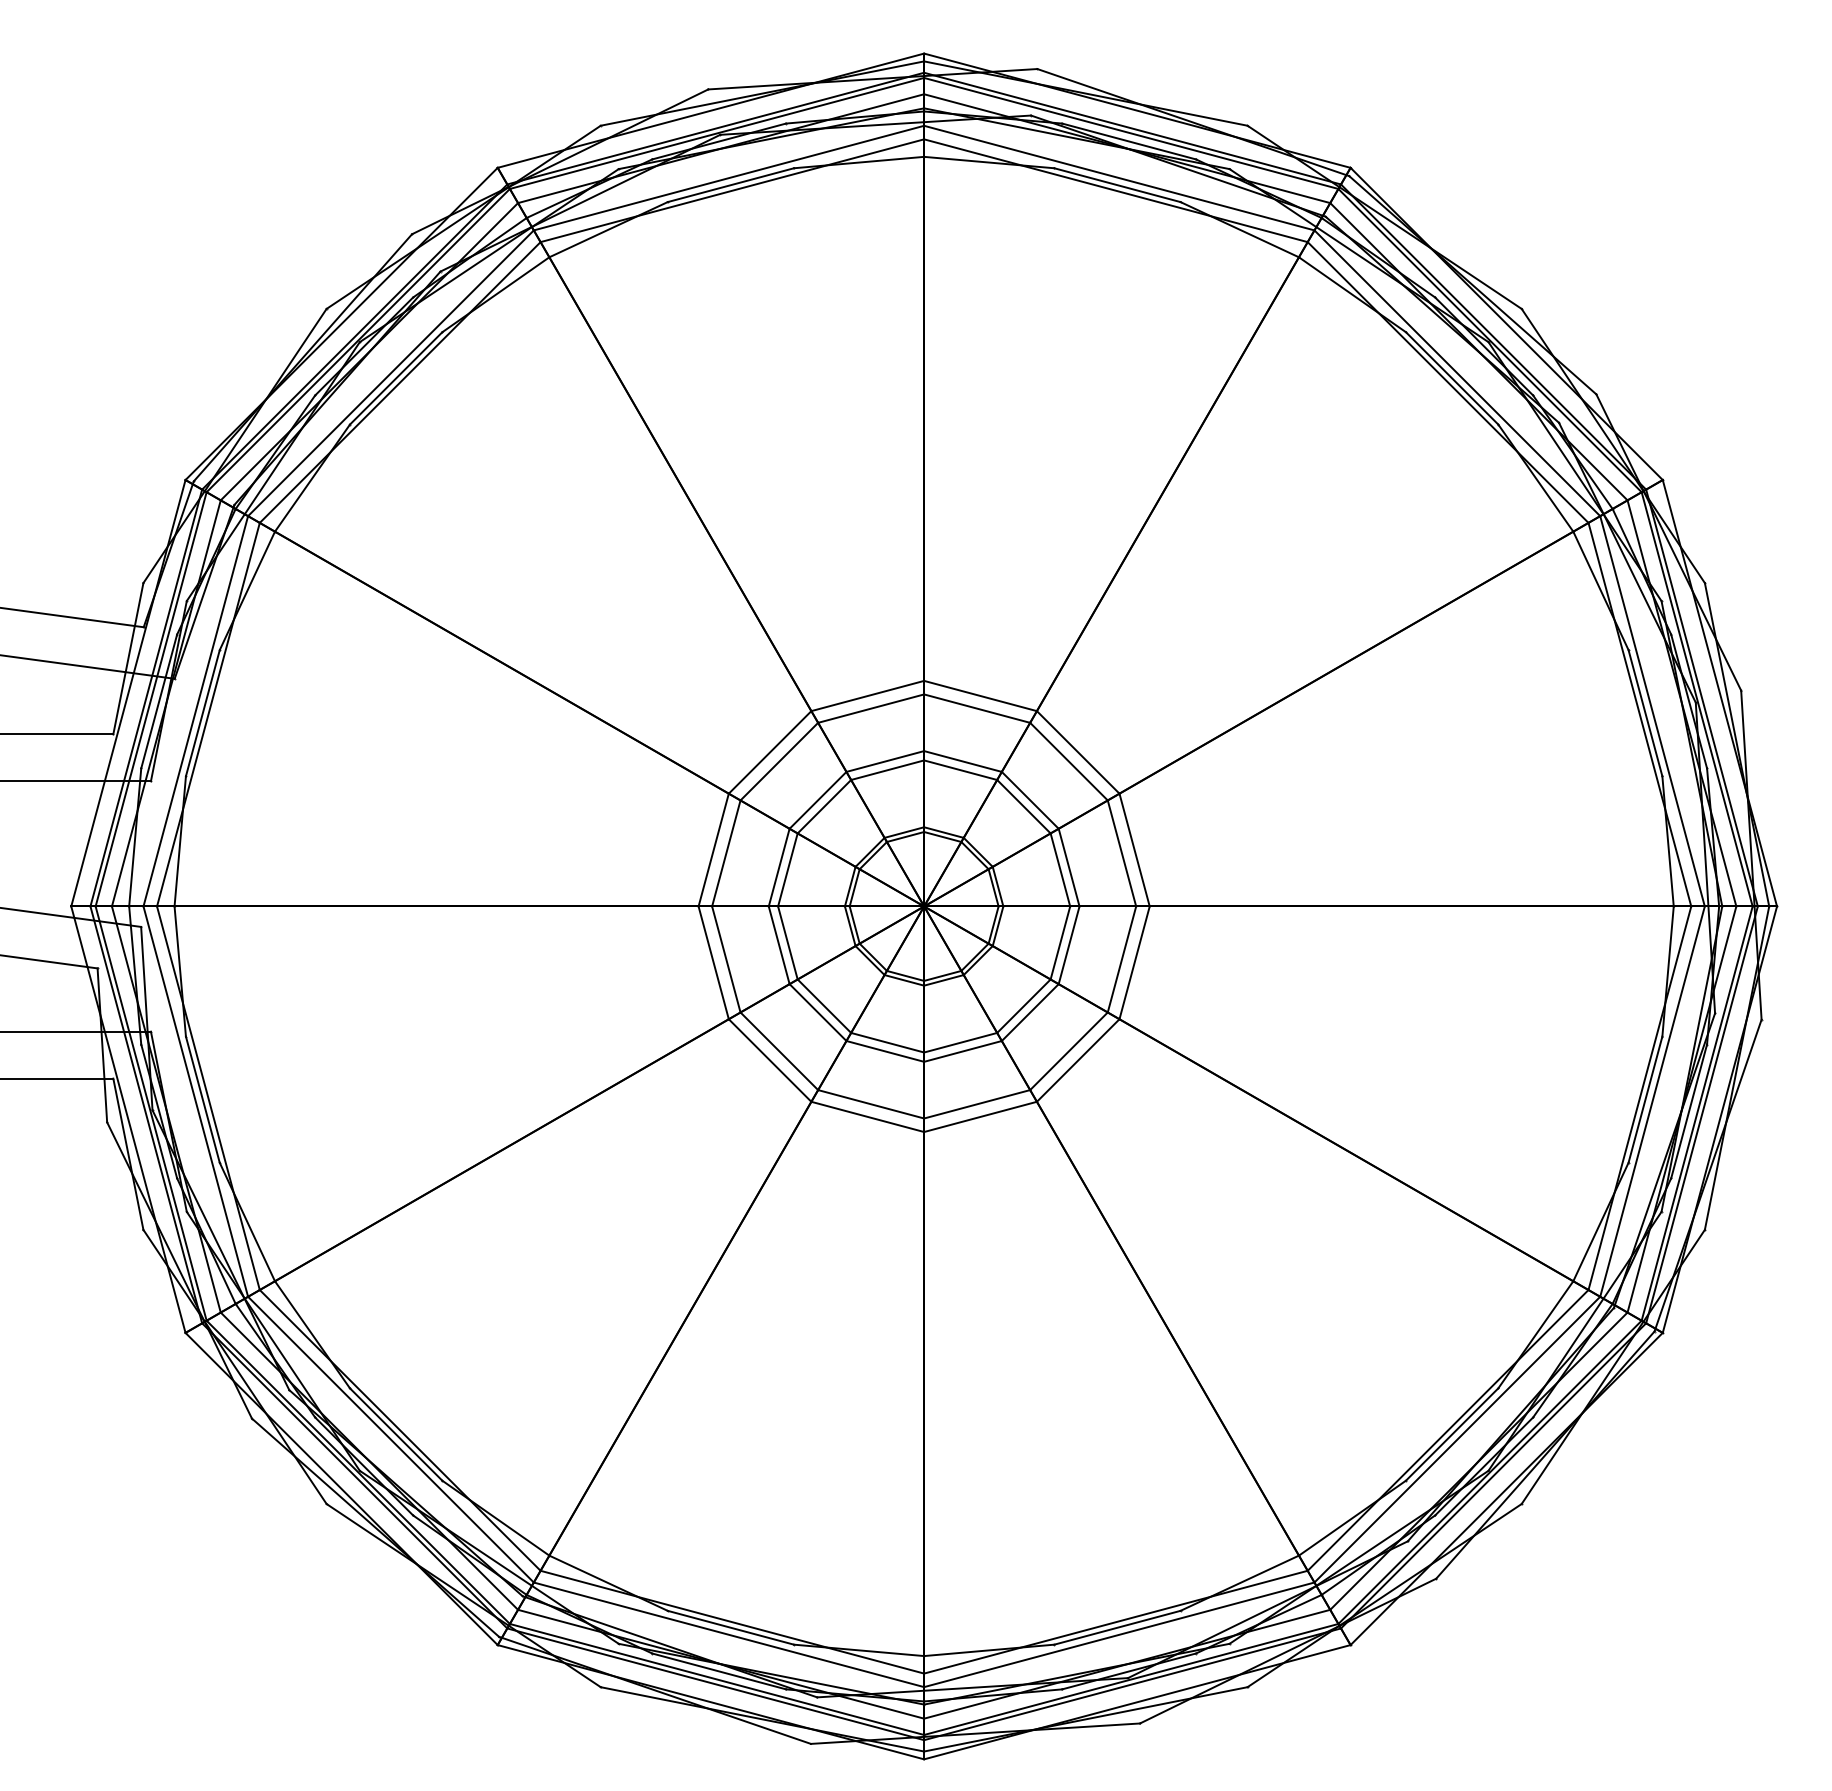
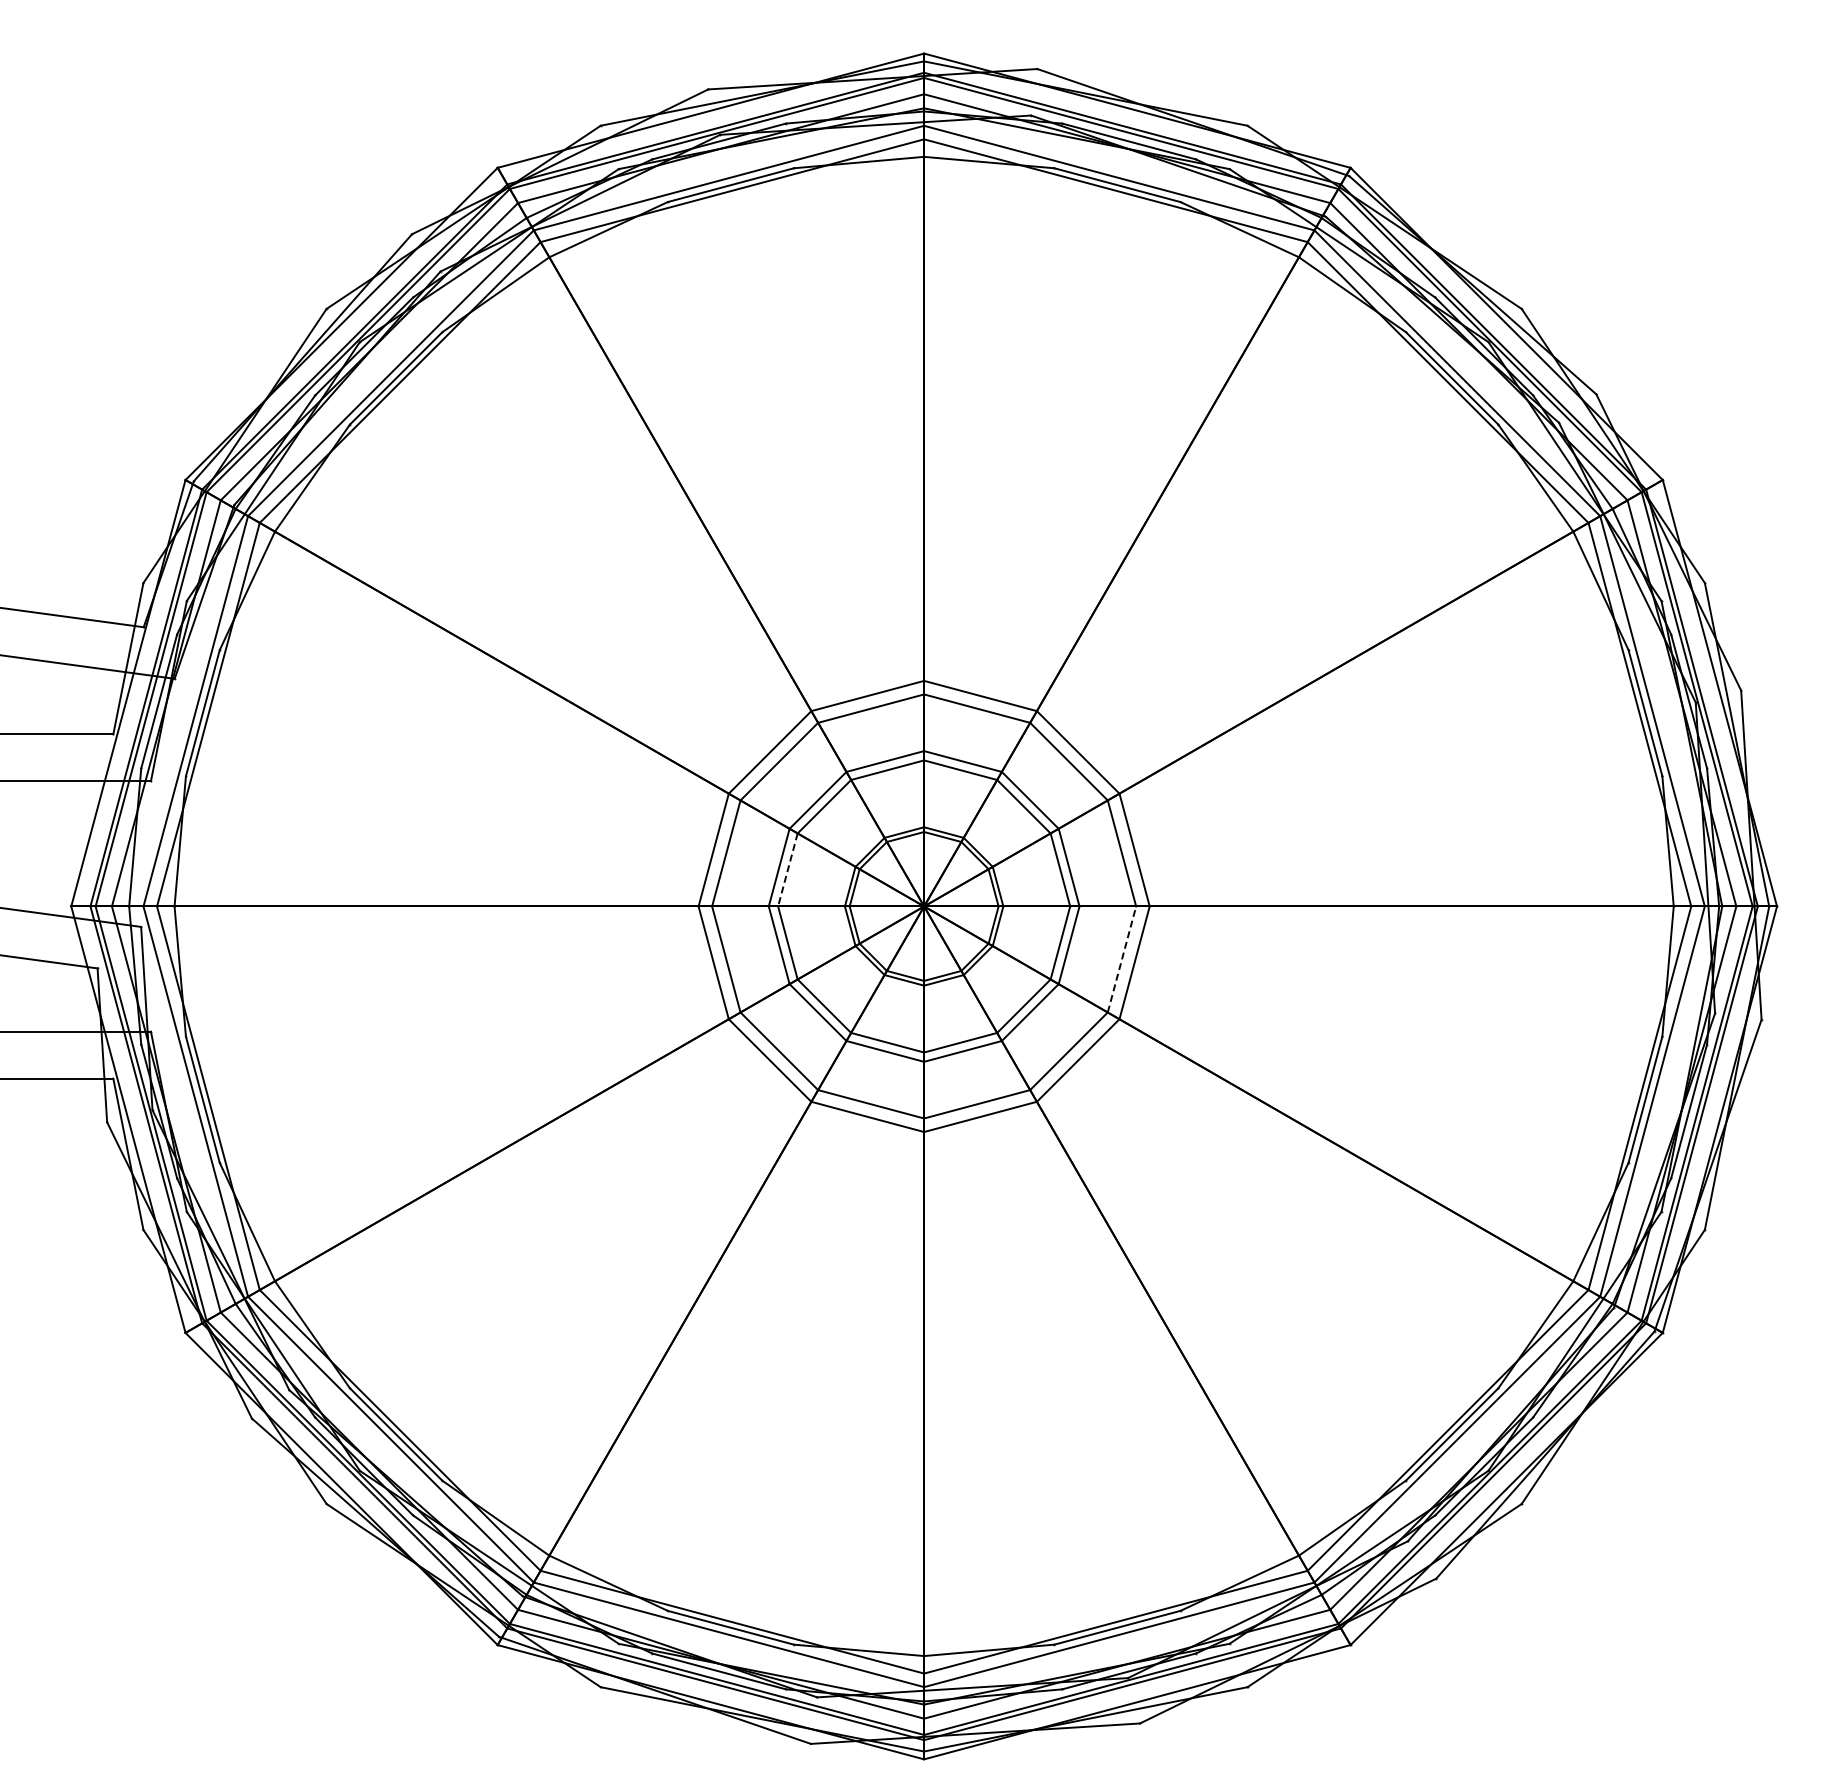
line at (787, 869): solid -> dashed
line at (1121, 959): solid -> dashed
